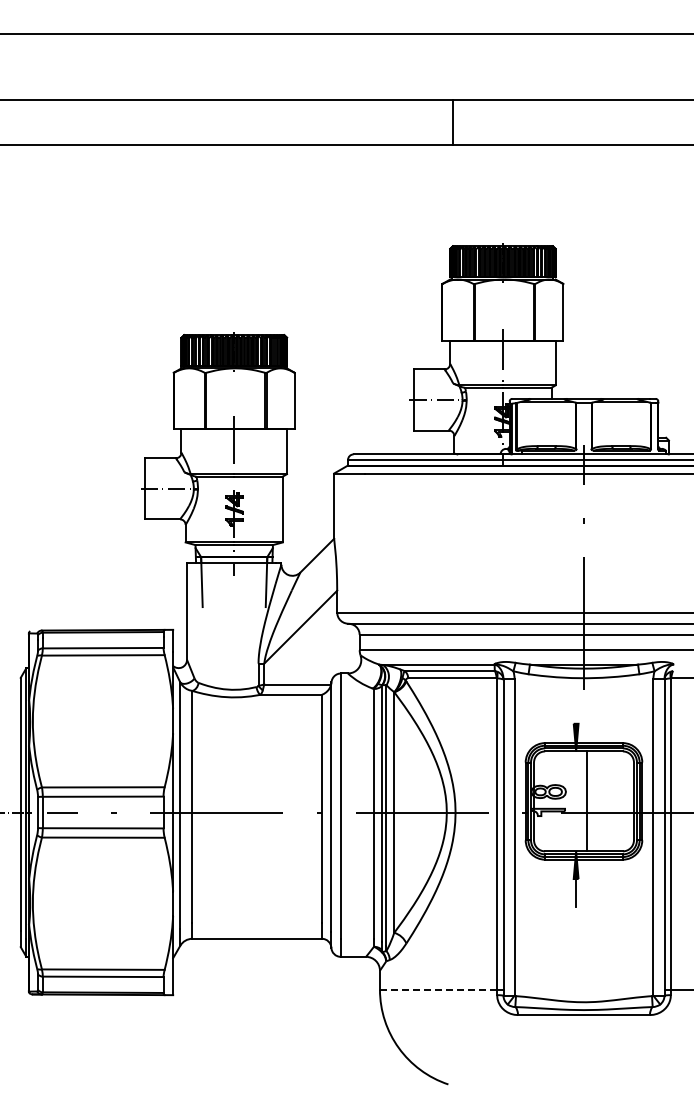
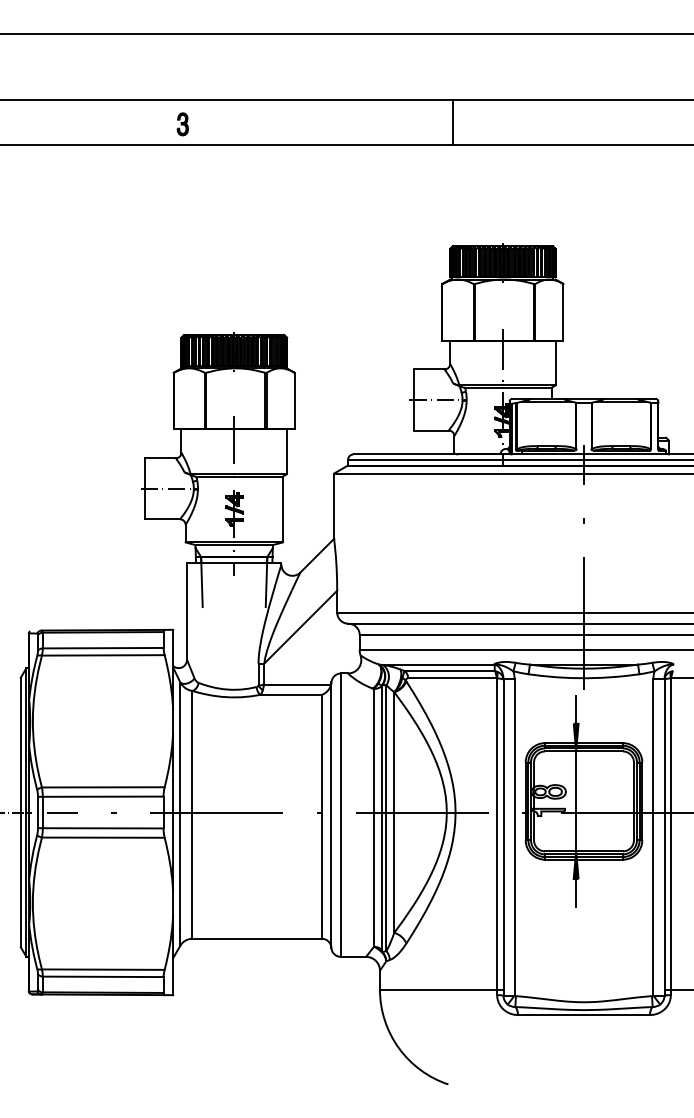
part at (182, 124): none -> present
line at (576, 709): none -> present
line at (587, 801) position: (587, 801) -> (576, 801)
line at (438, 989): dashed -> solid
